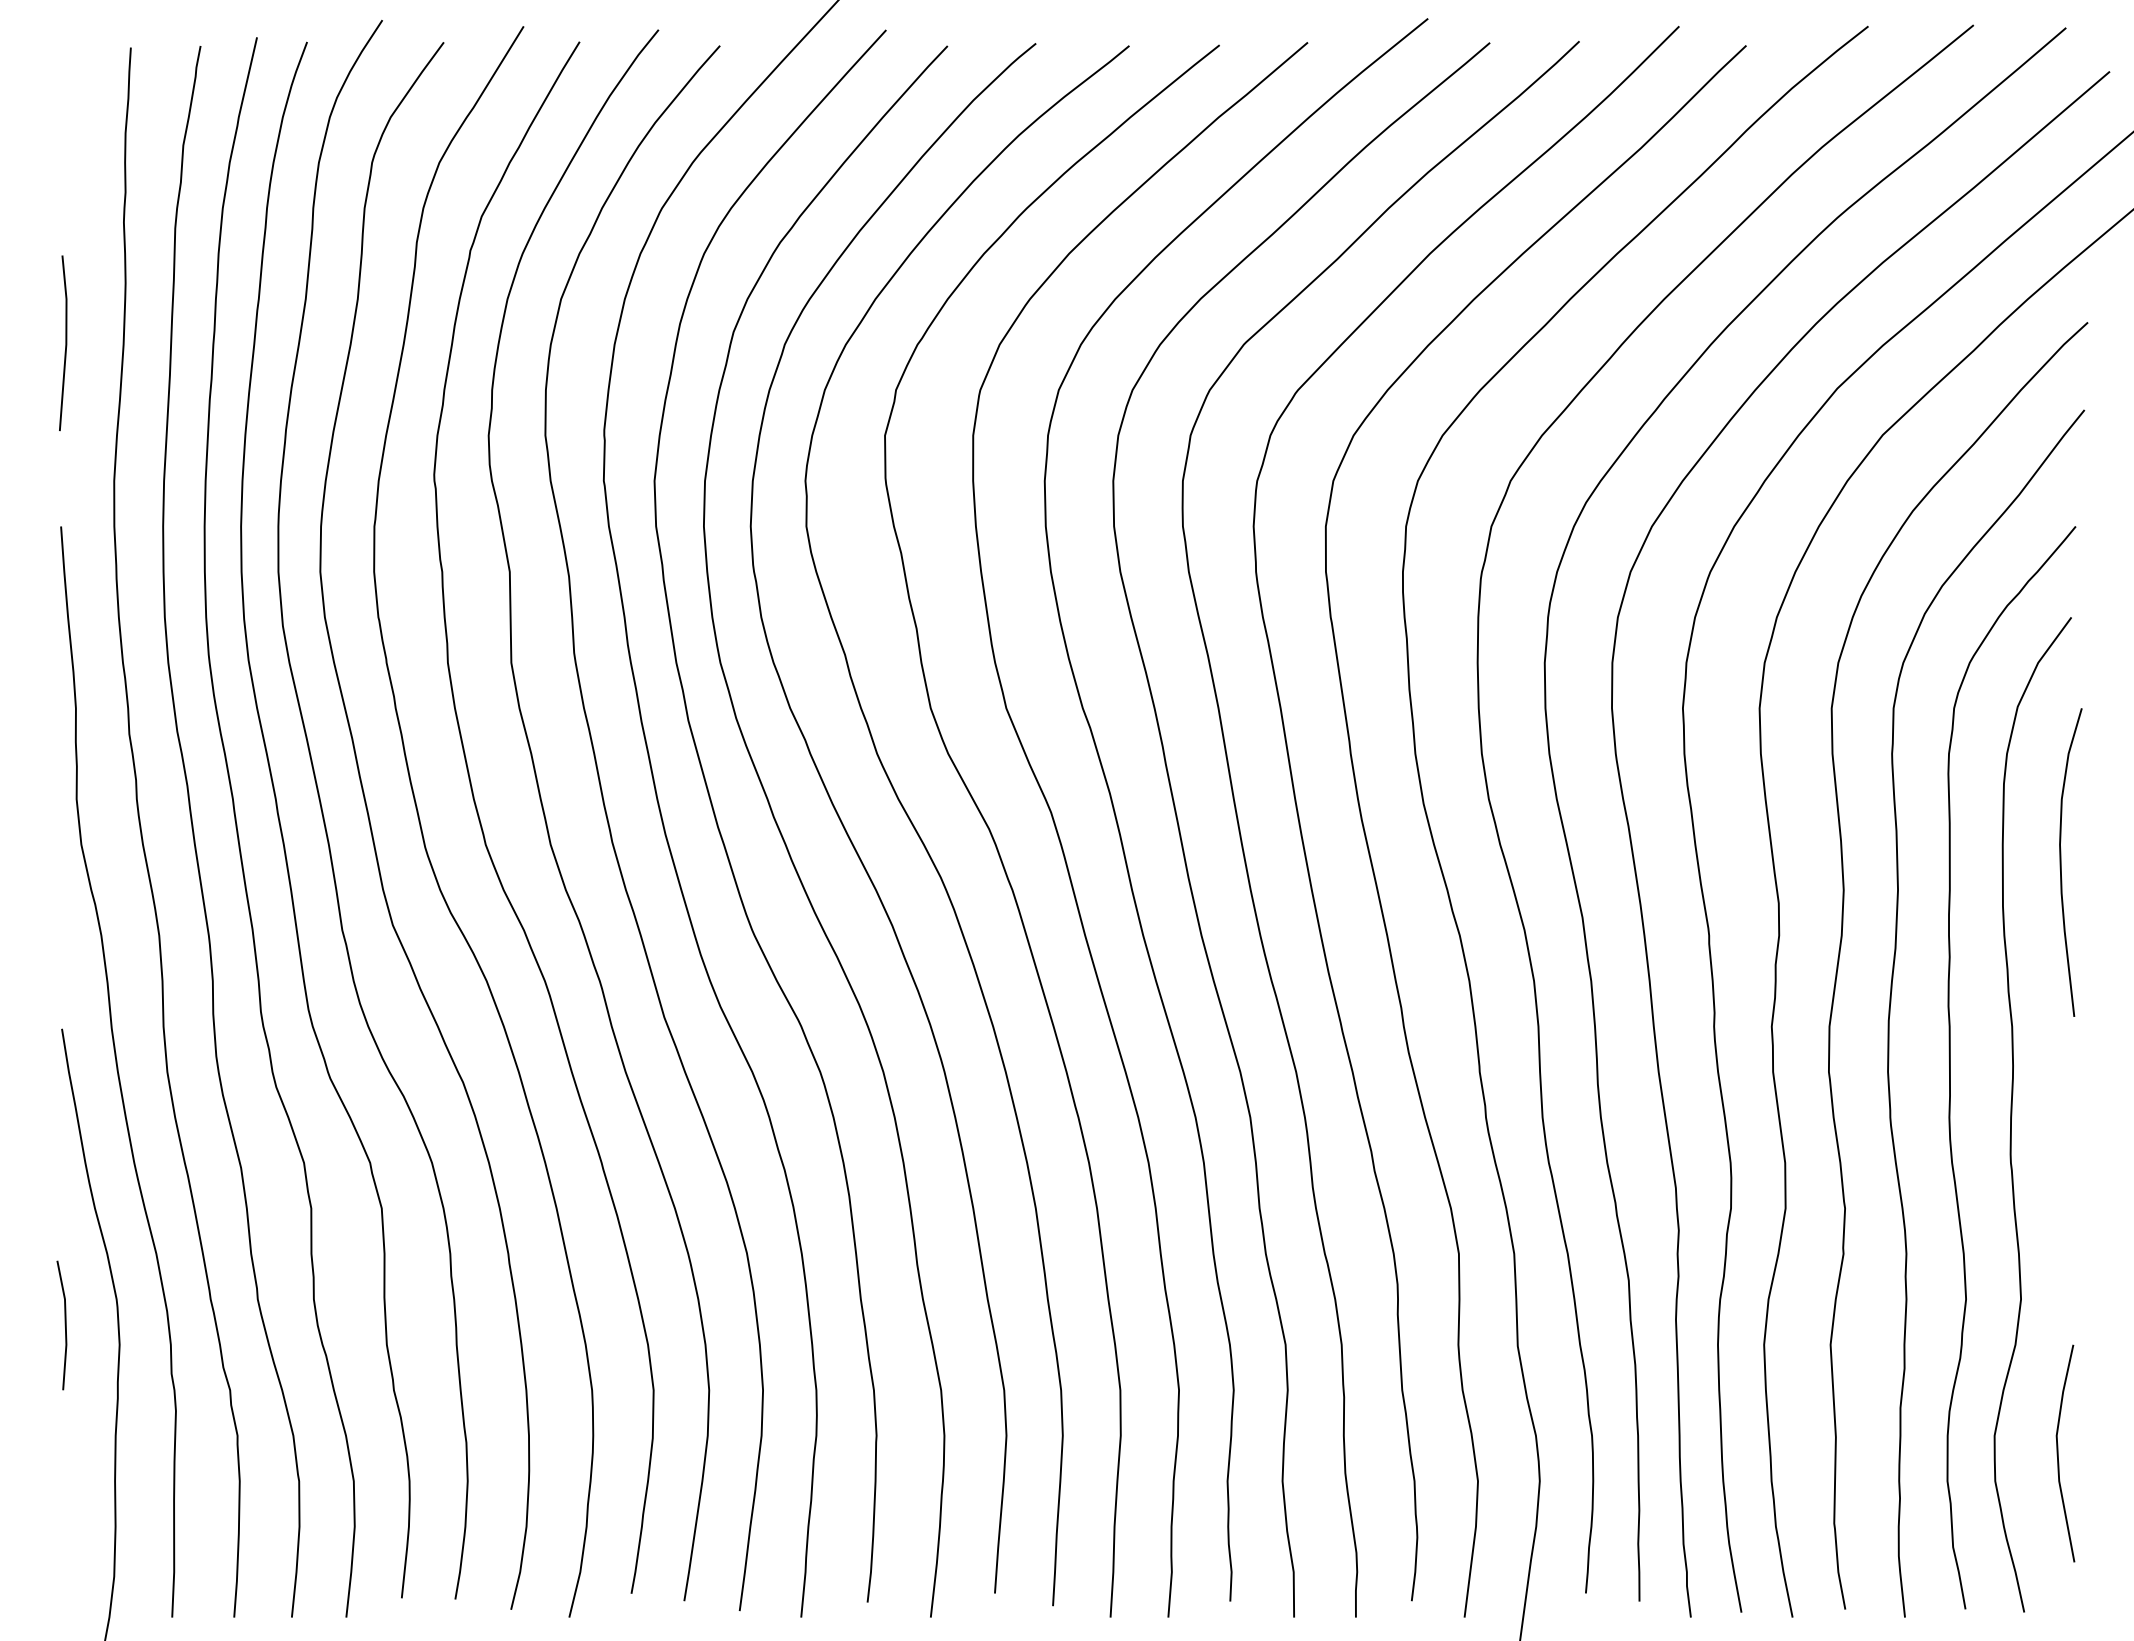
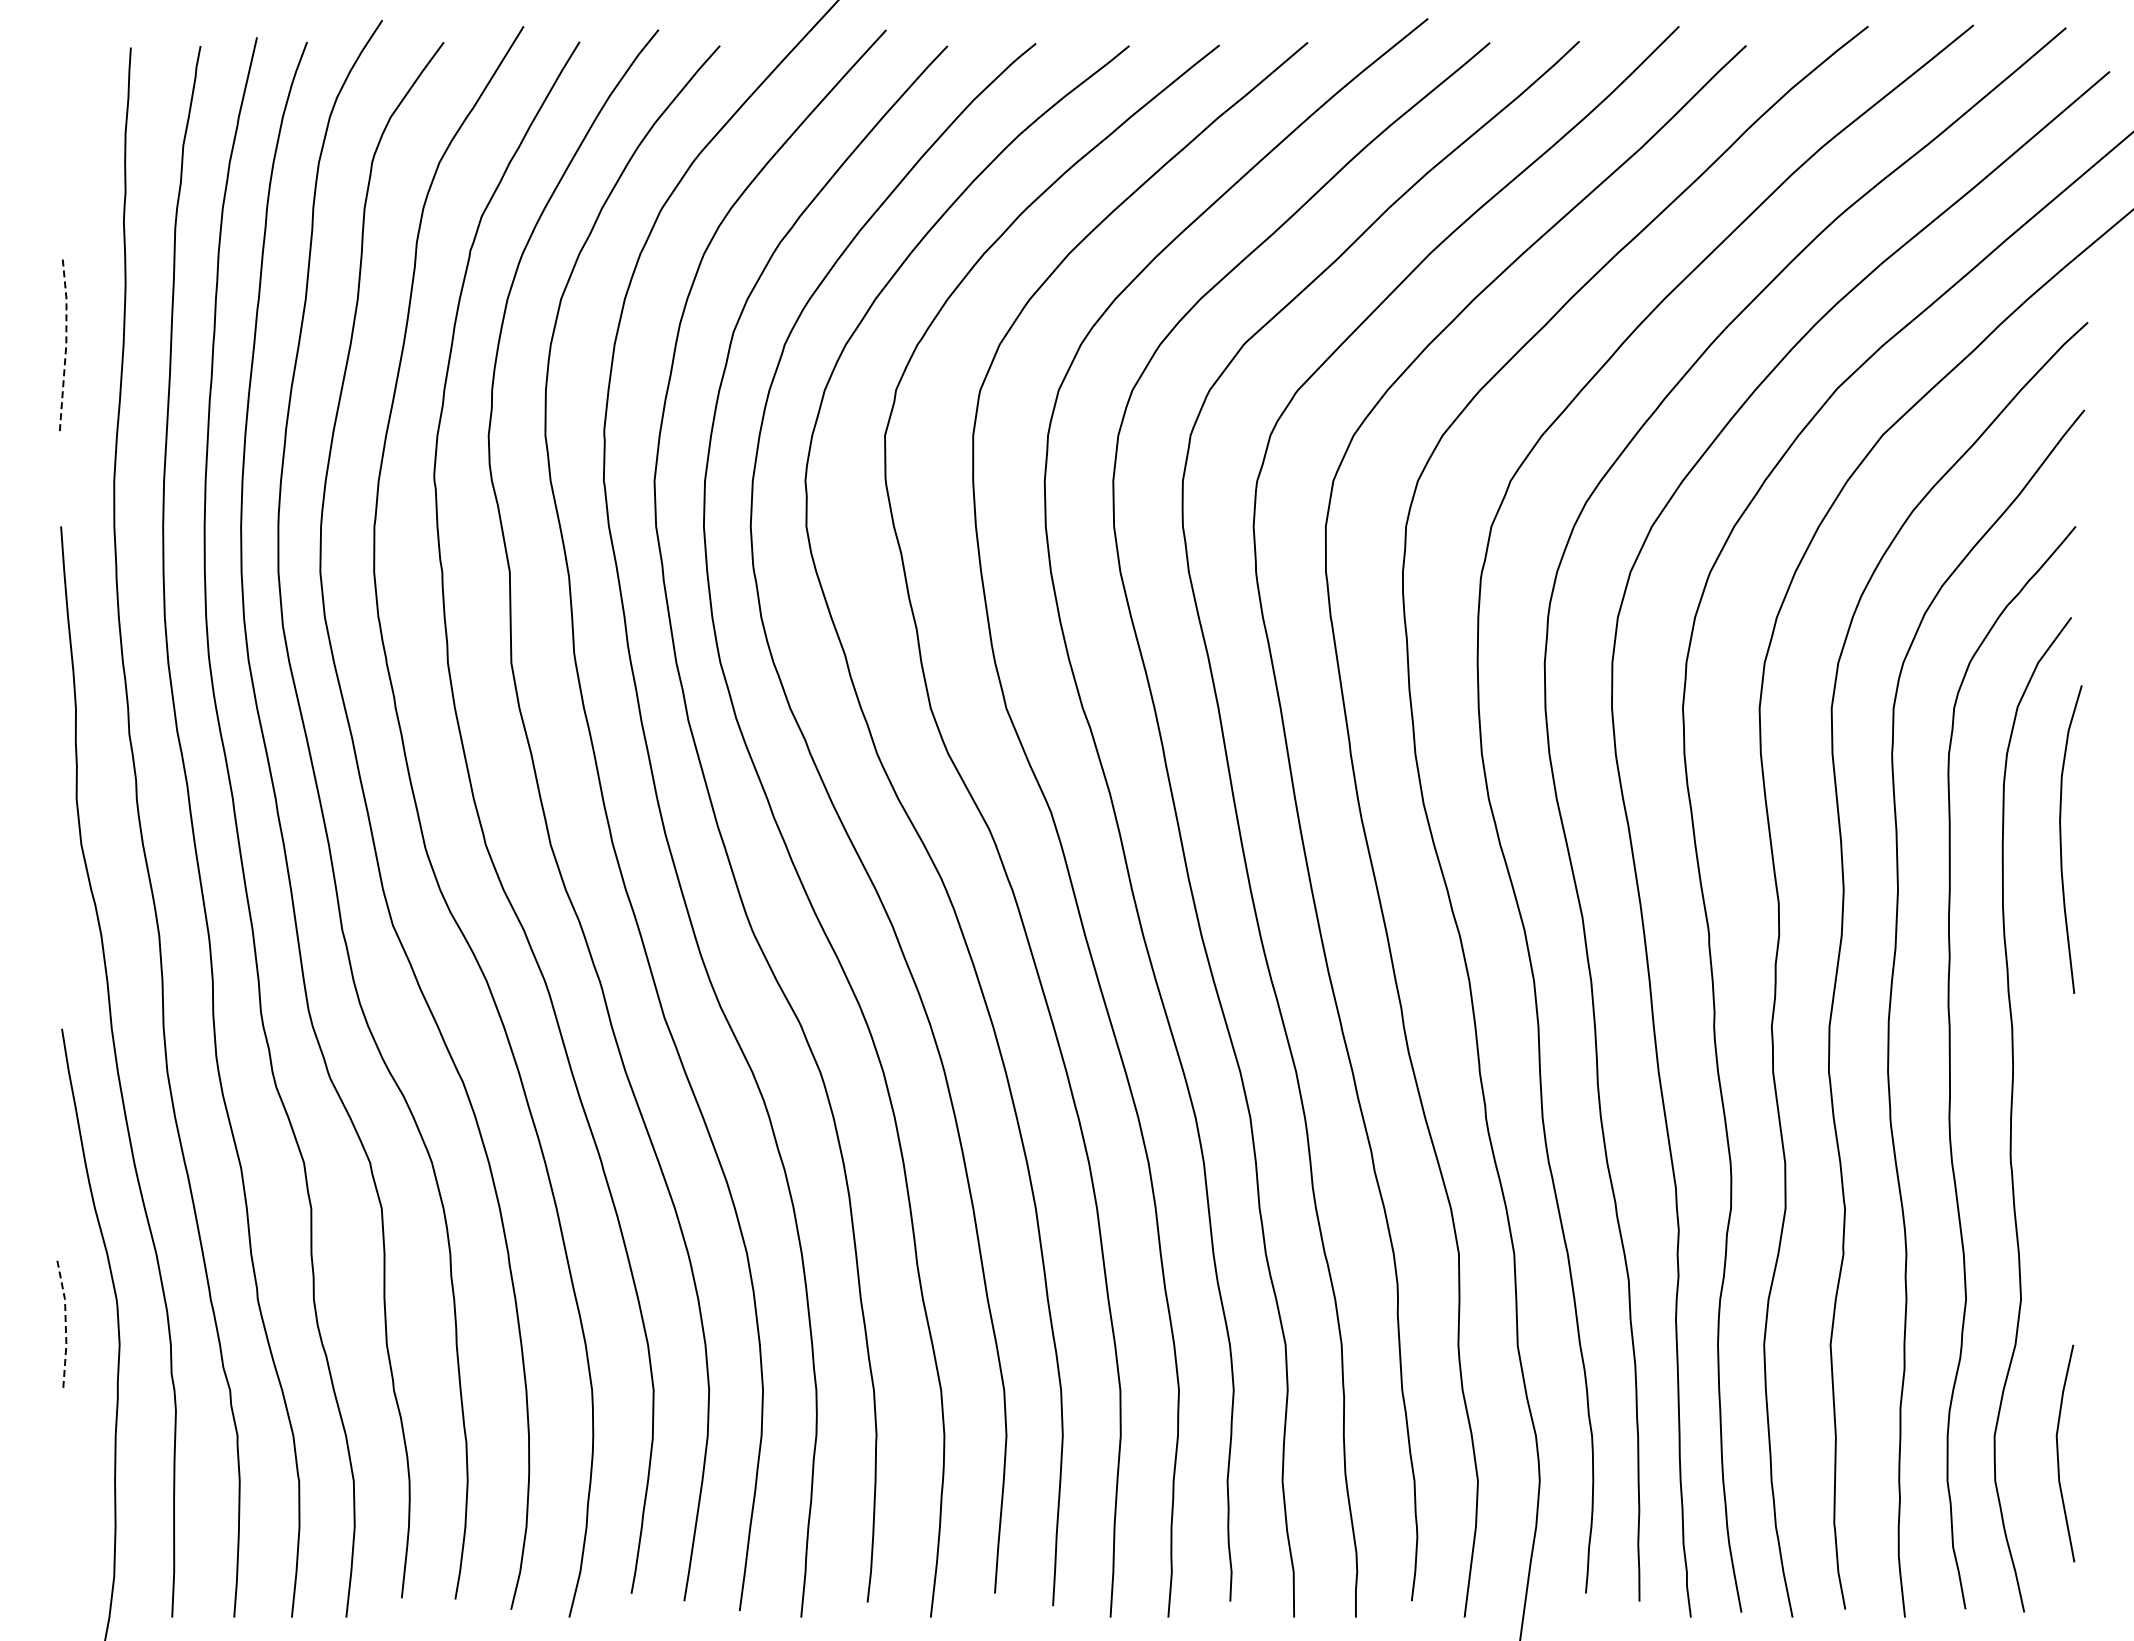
line at (66, 342): solid -> dashed
curve at (2061, 862) position: (2061, 862) -> (2061, 839)
line at (65, 1325): solid -> dashed
